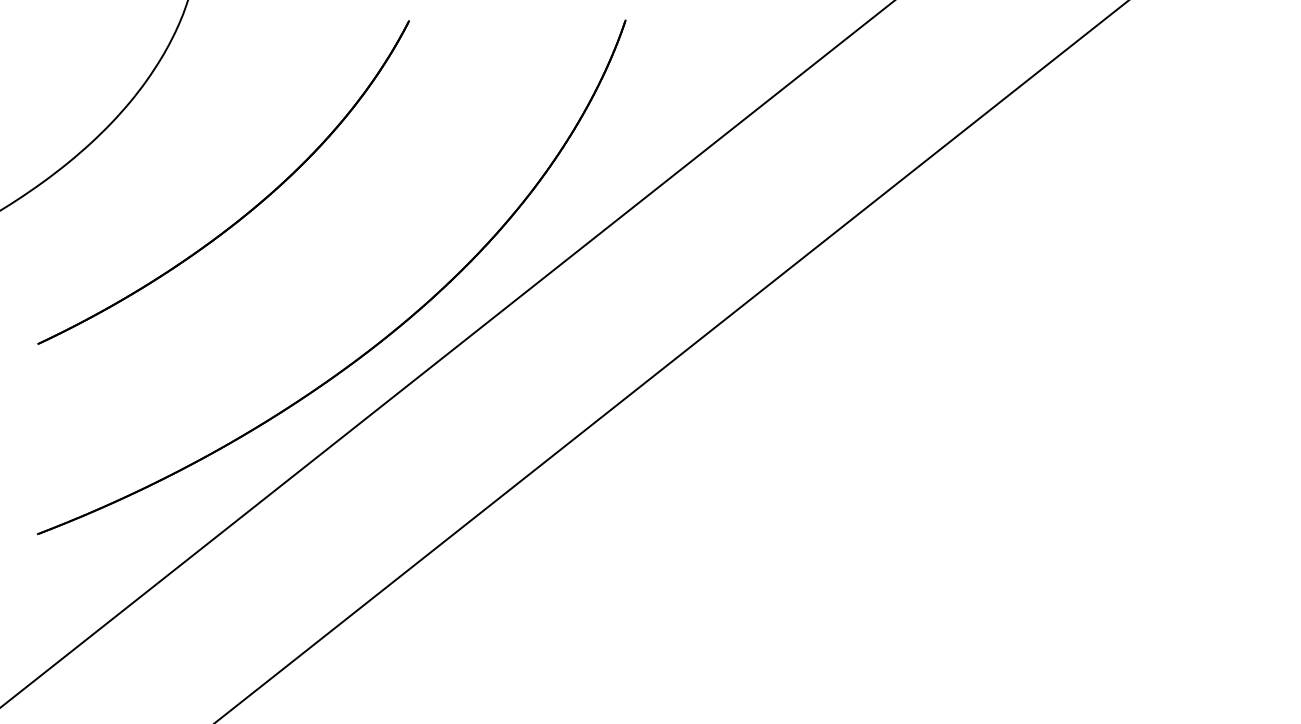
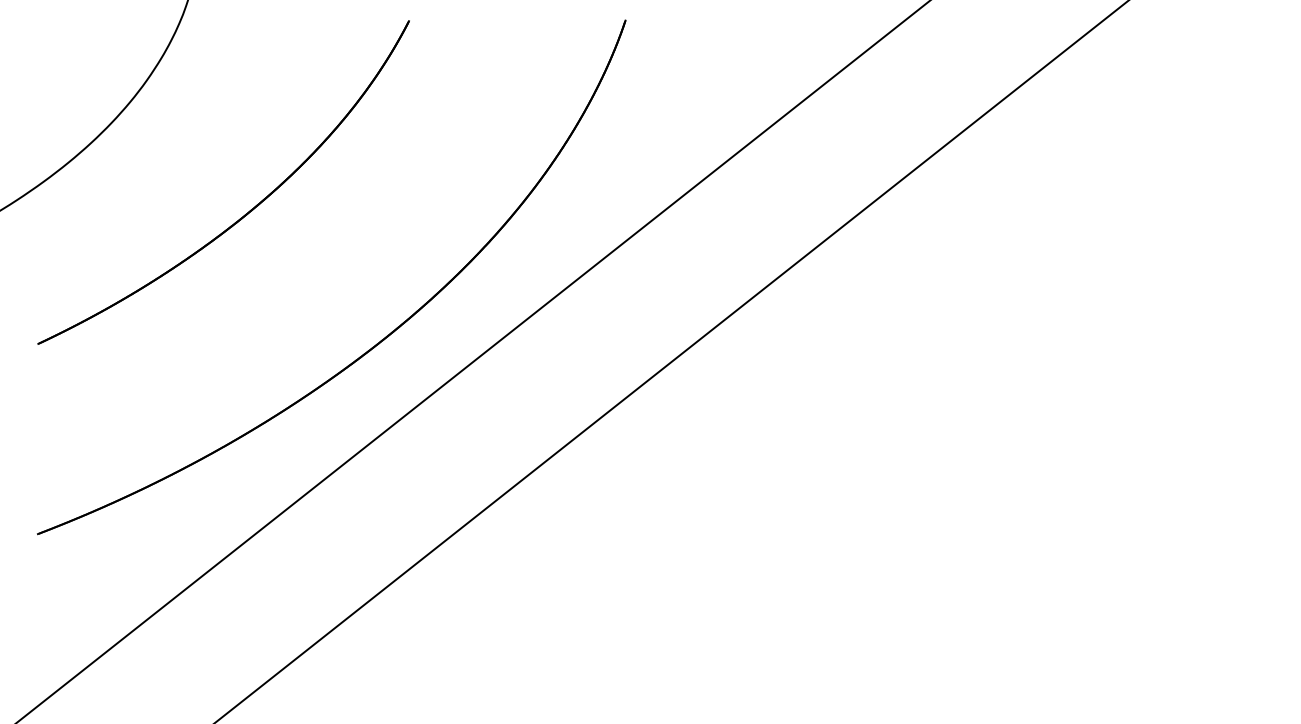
line at (447, 354) position: (447, 354) -> (473, 361)
